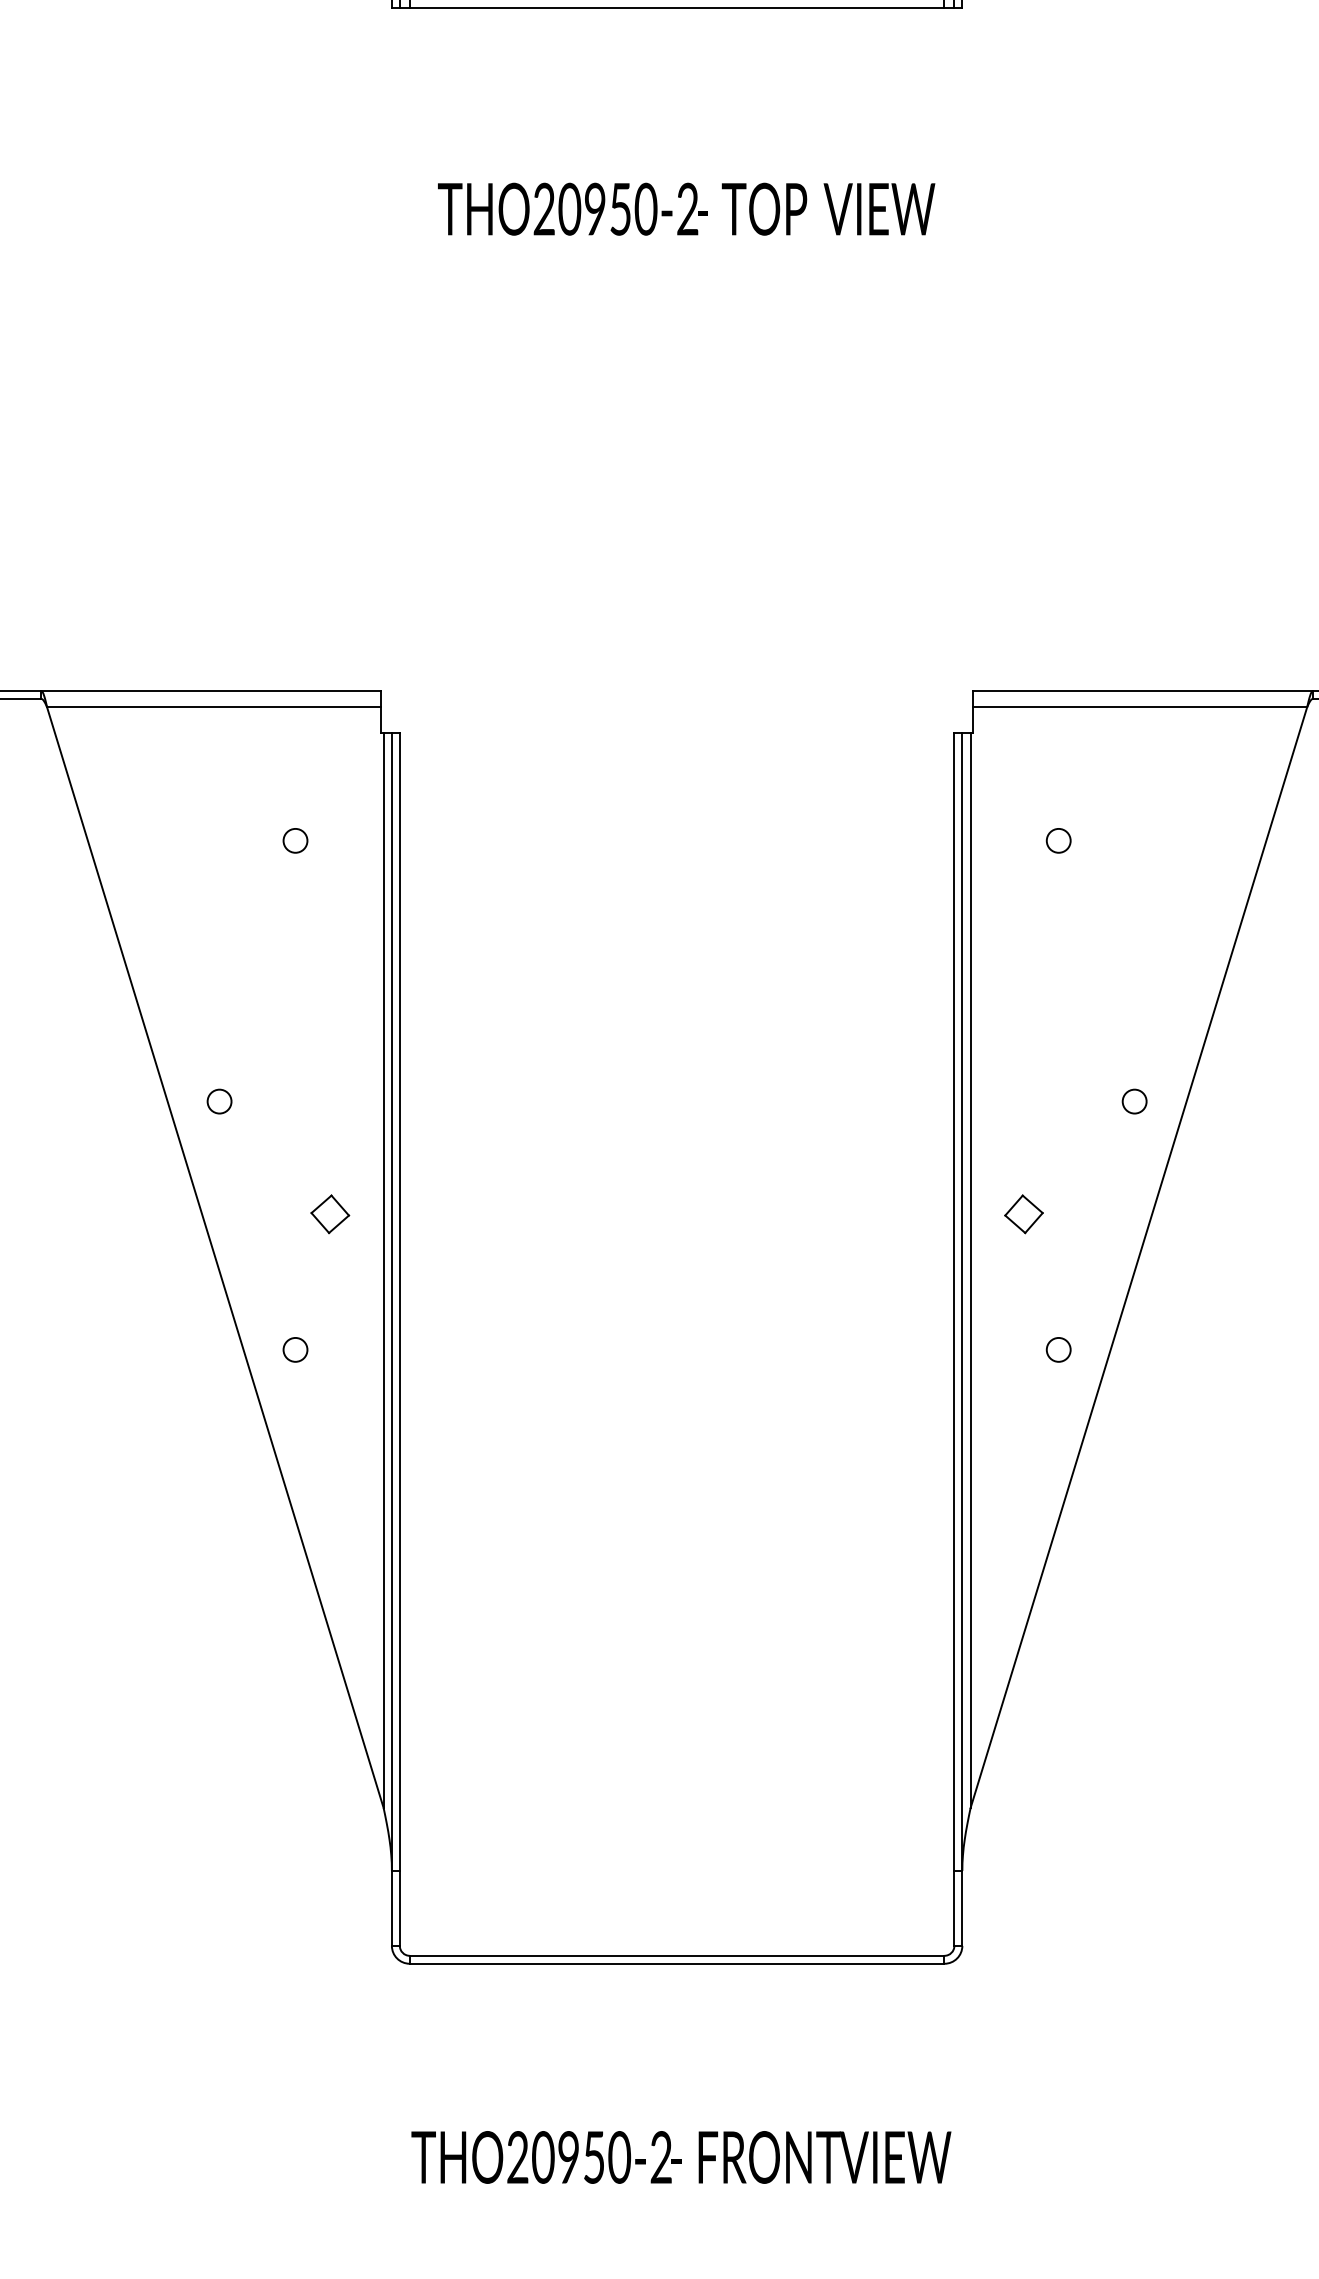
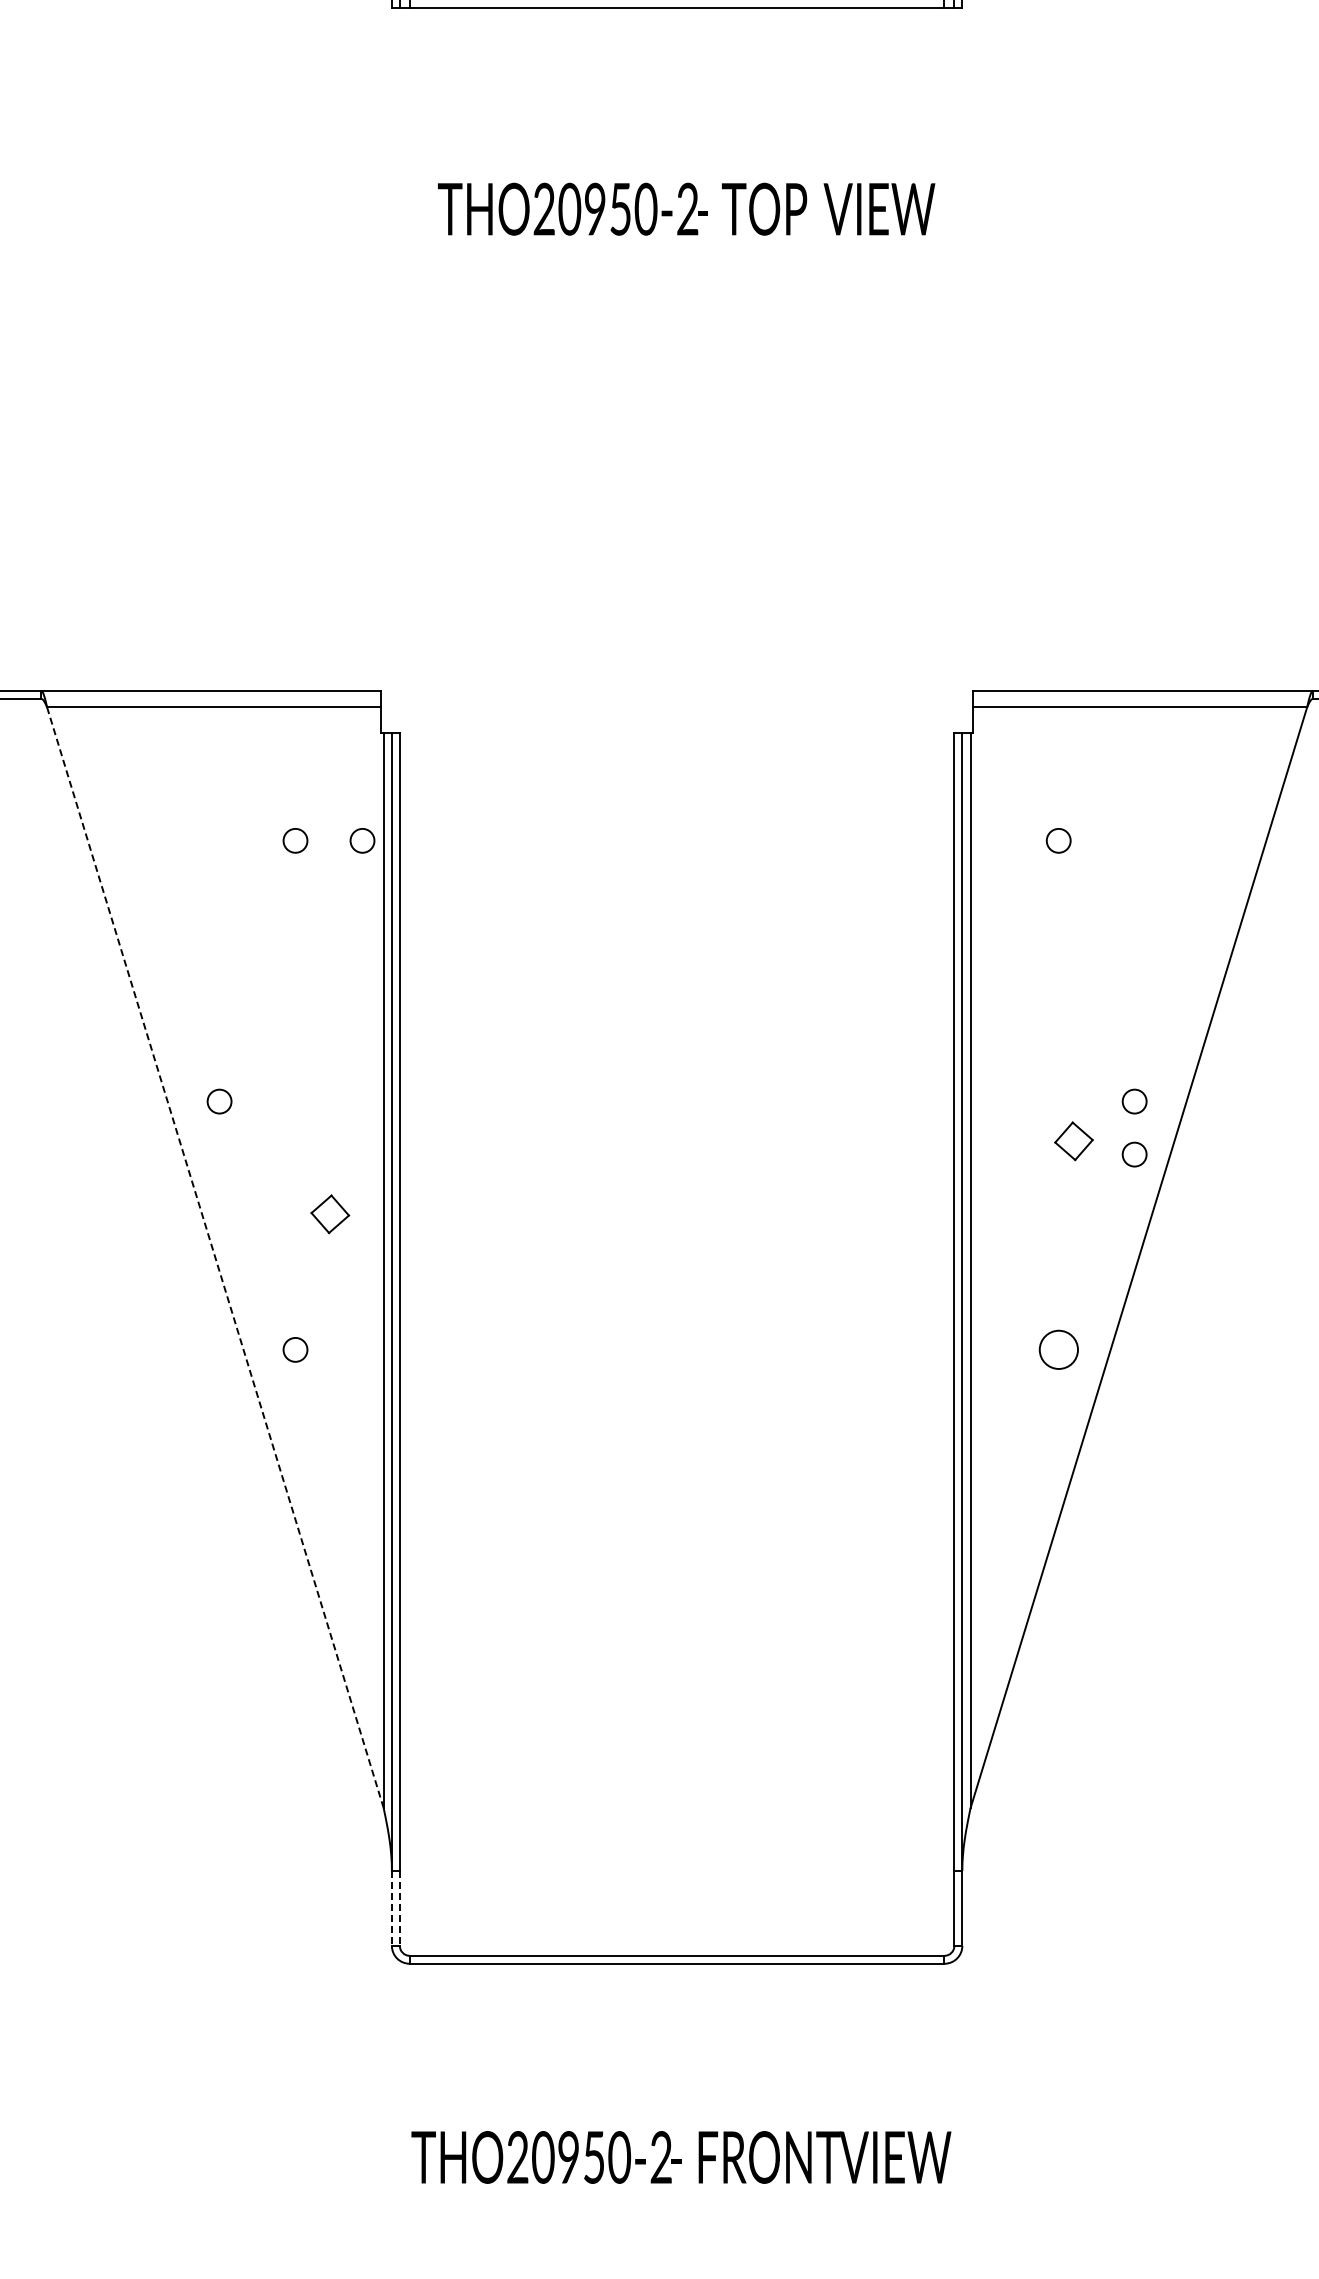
circle at (362, 840): none -> present
circle at (1134, 1154): none -> present
part at (1023, 1214) position: (1023, 1214) -> (1073, 1141)
line at (215, 1257): solid -> dashed
circle at (1058, 1349) size: 27x26 px -> 41x41 px
line at (391, 1908): solid -> dashed
line at (399, 1908): solid -> dashed
